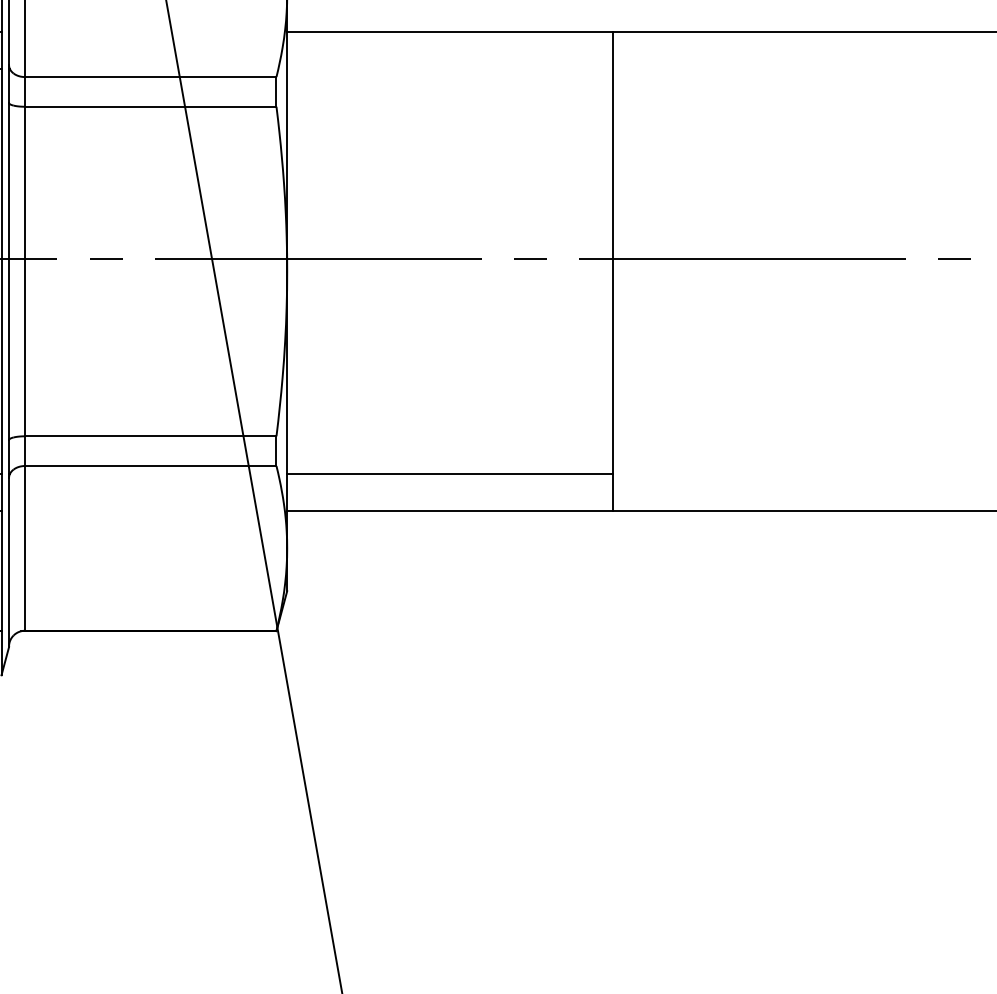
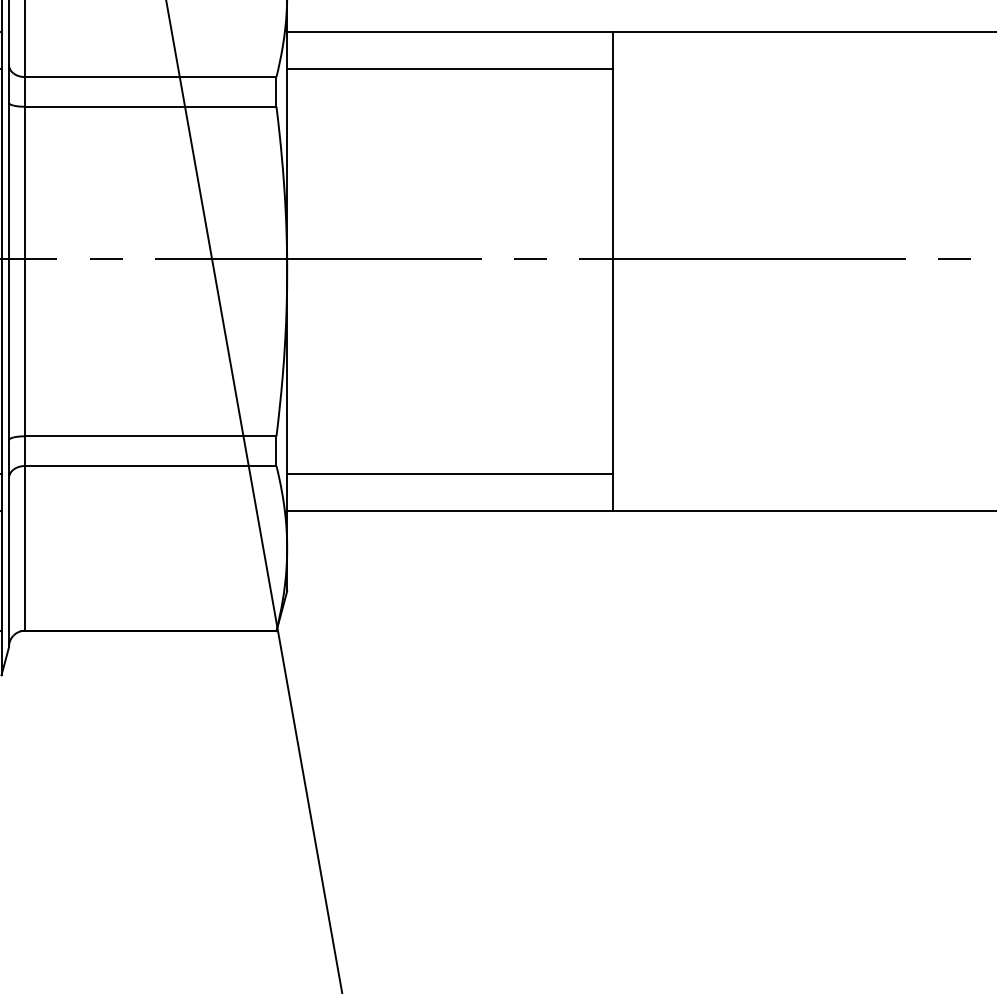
line at (450, 68): none -> present
